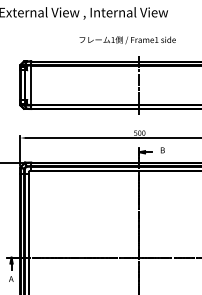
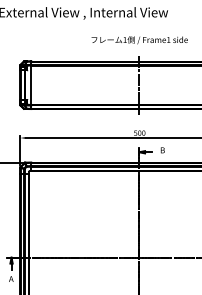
text at (127, 40) position: (127, 40) -> (139, 40)
